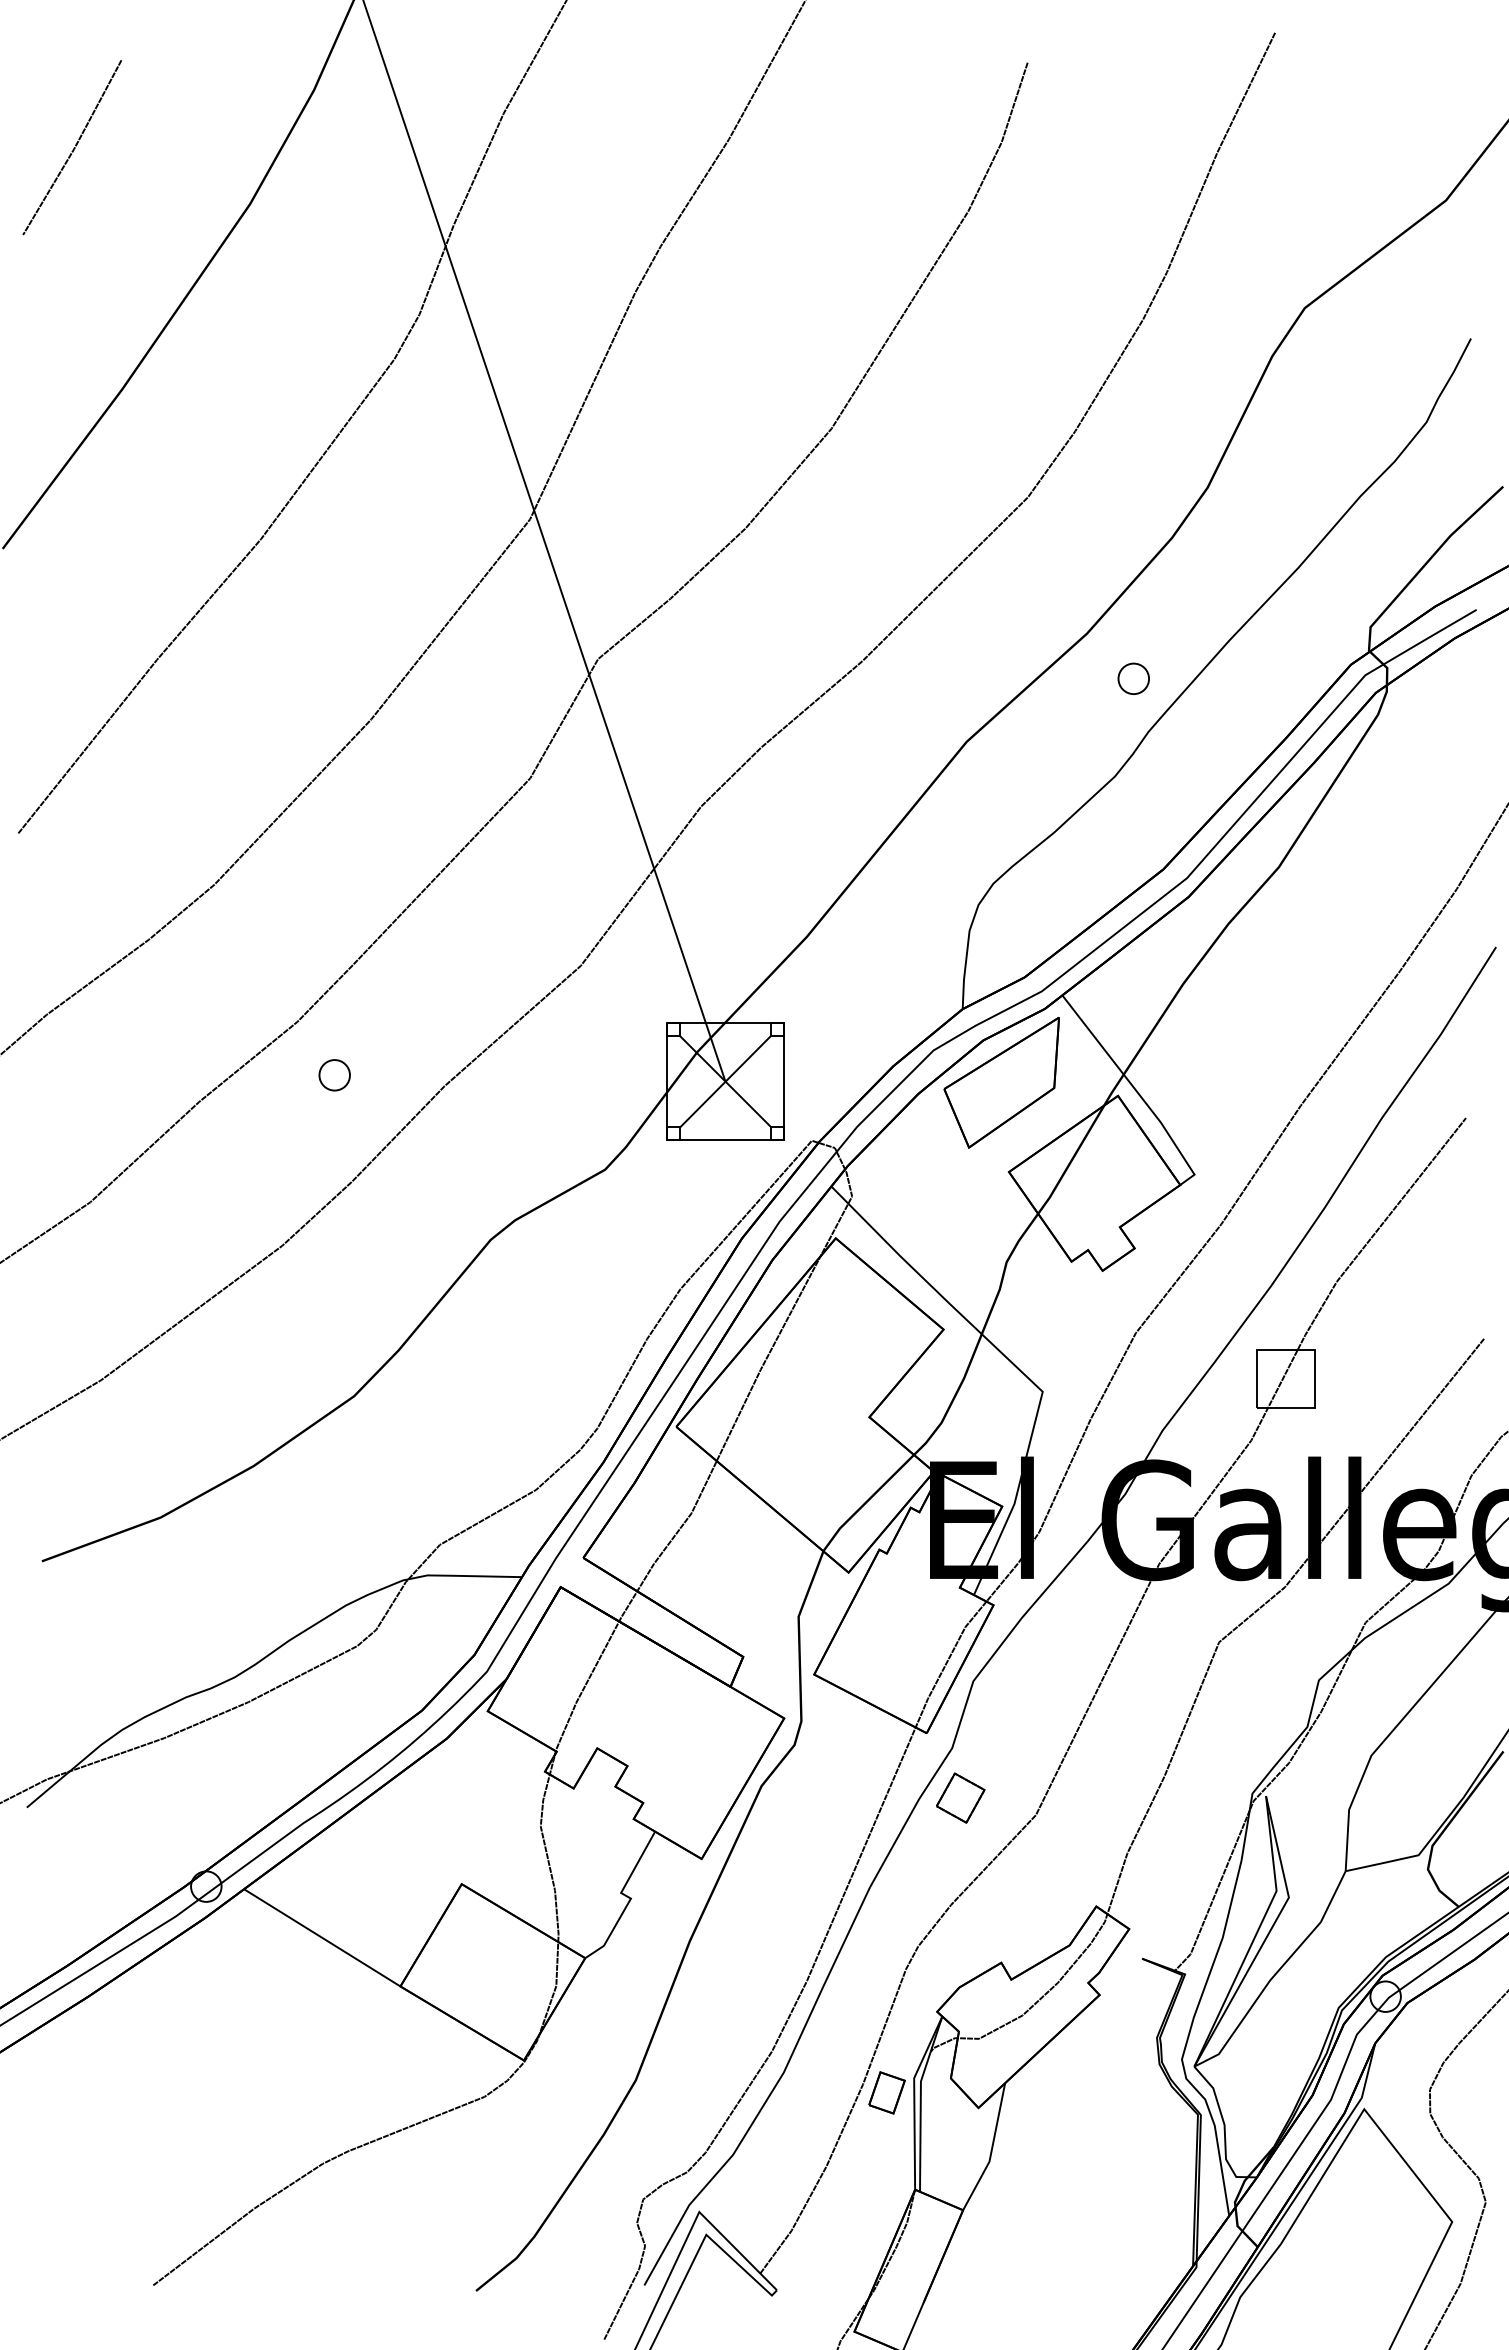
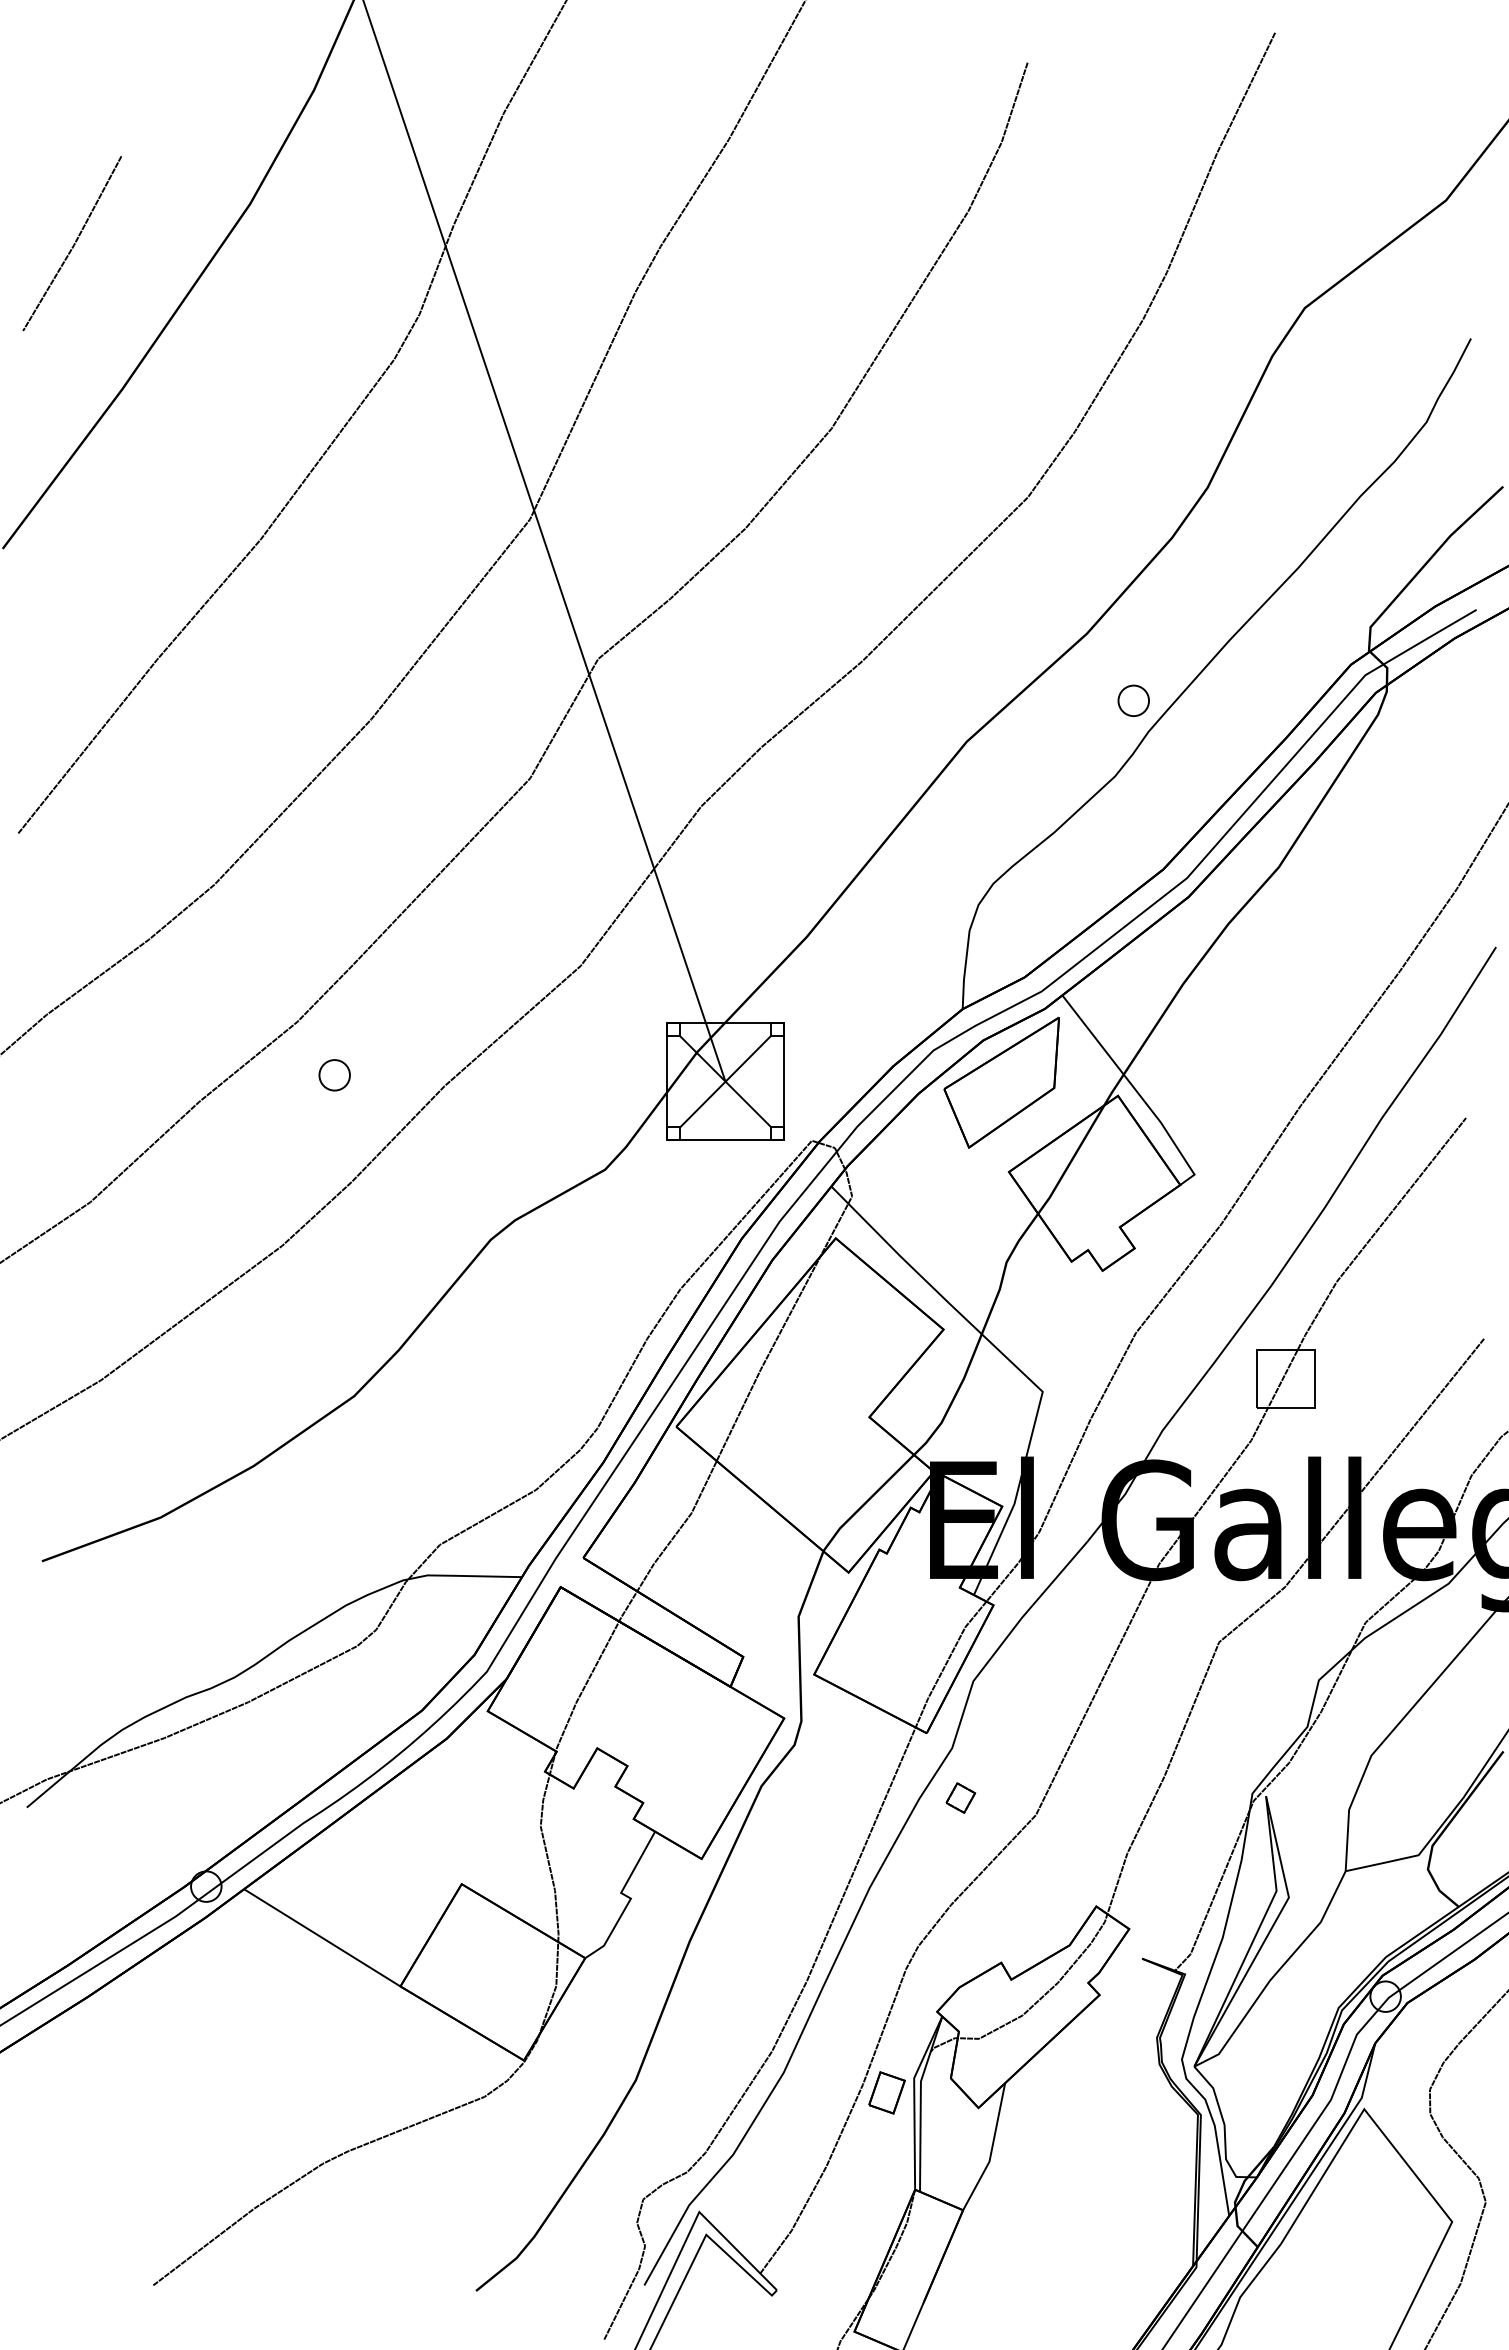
line at (73, 148) position: (73, 148) -> (73, 244)
part at (1133, 678) position: (1133, 678) -> (1133, 700)
part at (960, 1797) size: 50x52 px -> 32x32 px
